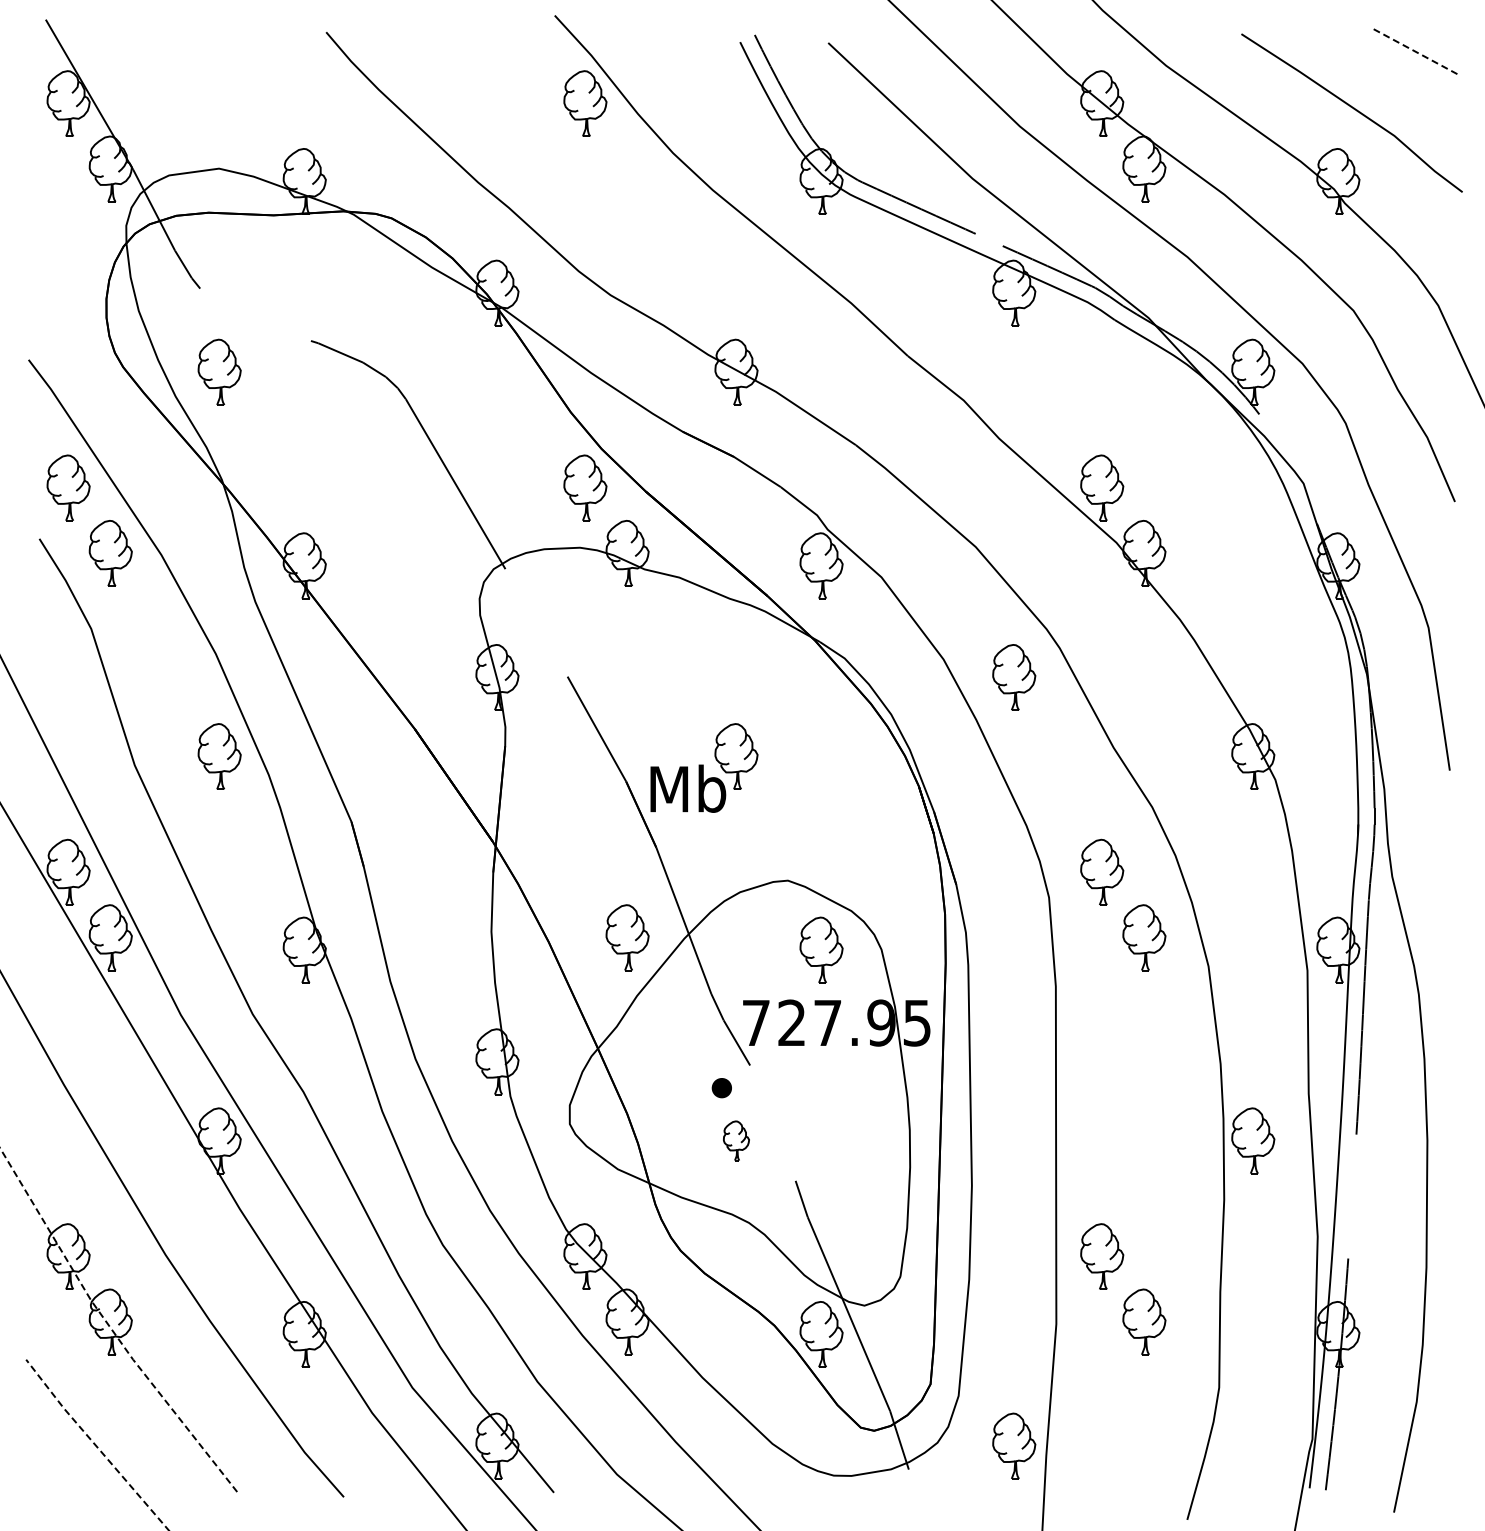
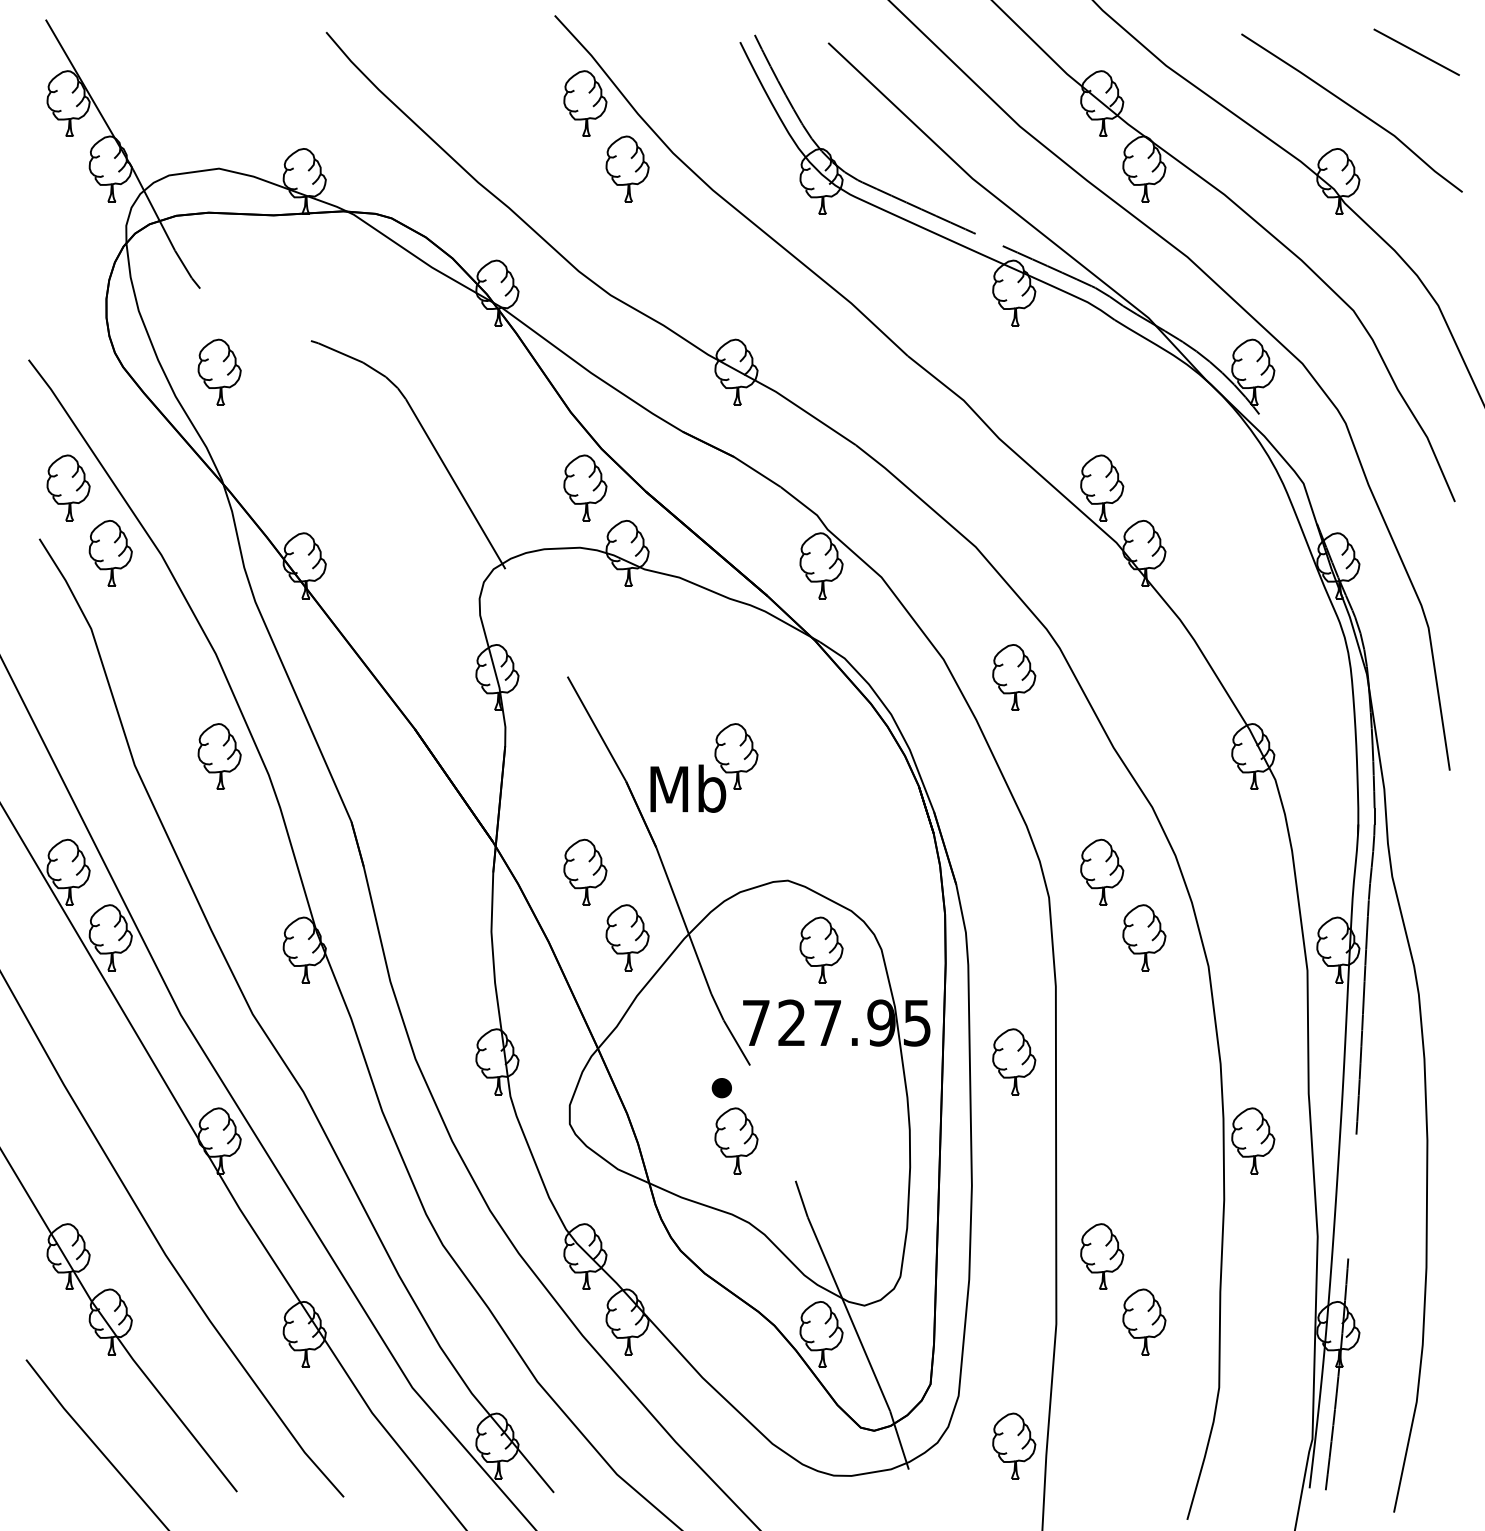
line at (1416, 52): dashed -> solid
part at (627, 168): none -> present
part at (585, 871): none -> present
part at (1014, 1061): none -> present
part at (736, 1140) size: 27x42 px -> 45x68 px
line at (109, 1326): dashed -> solid
line at (95, 1445): dashed -> solid
